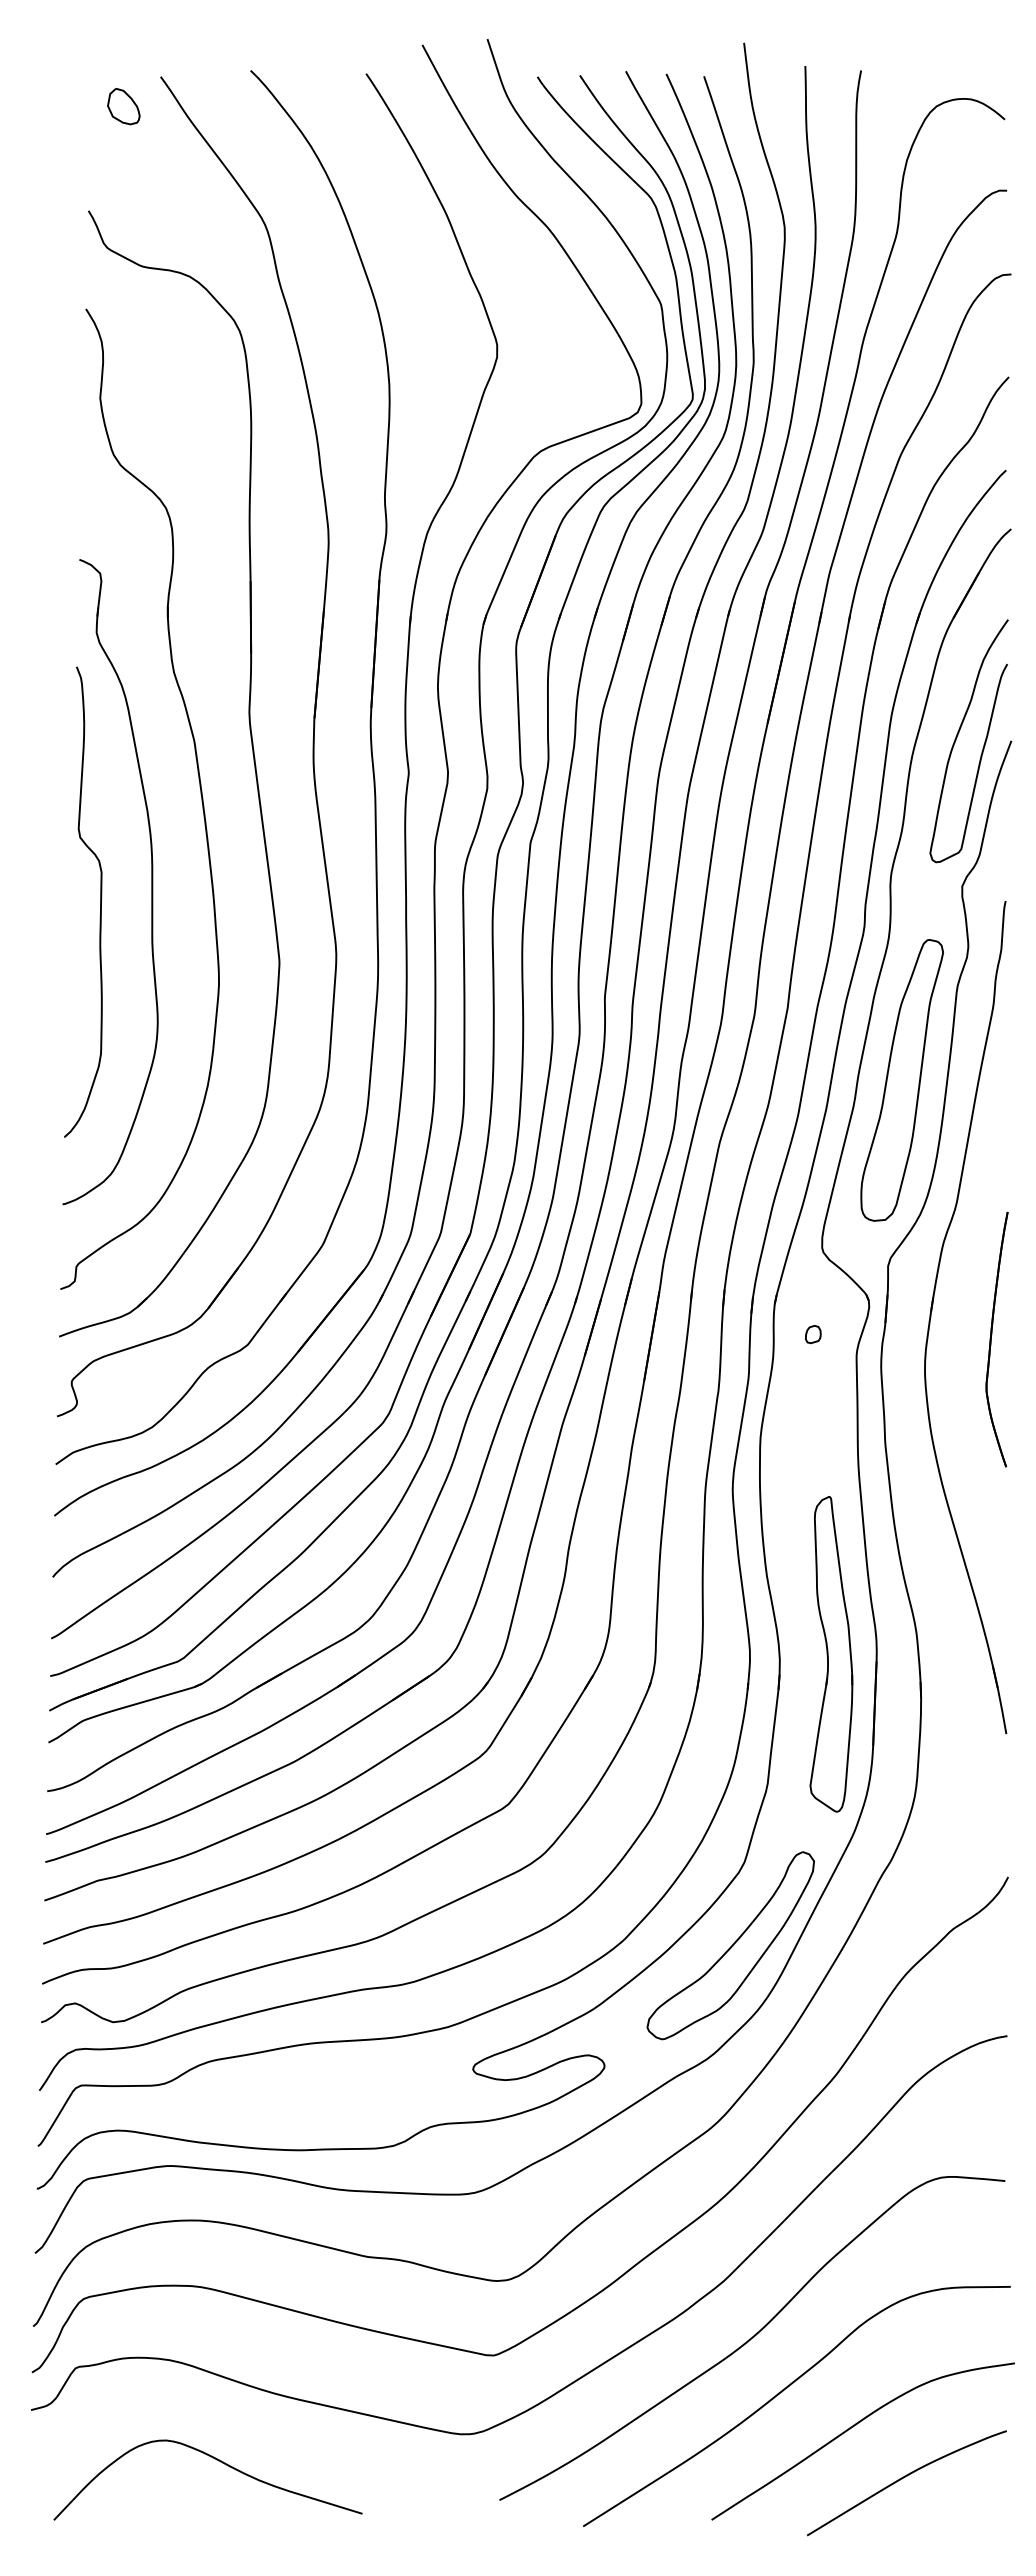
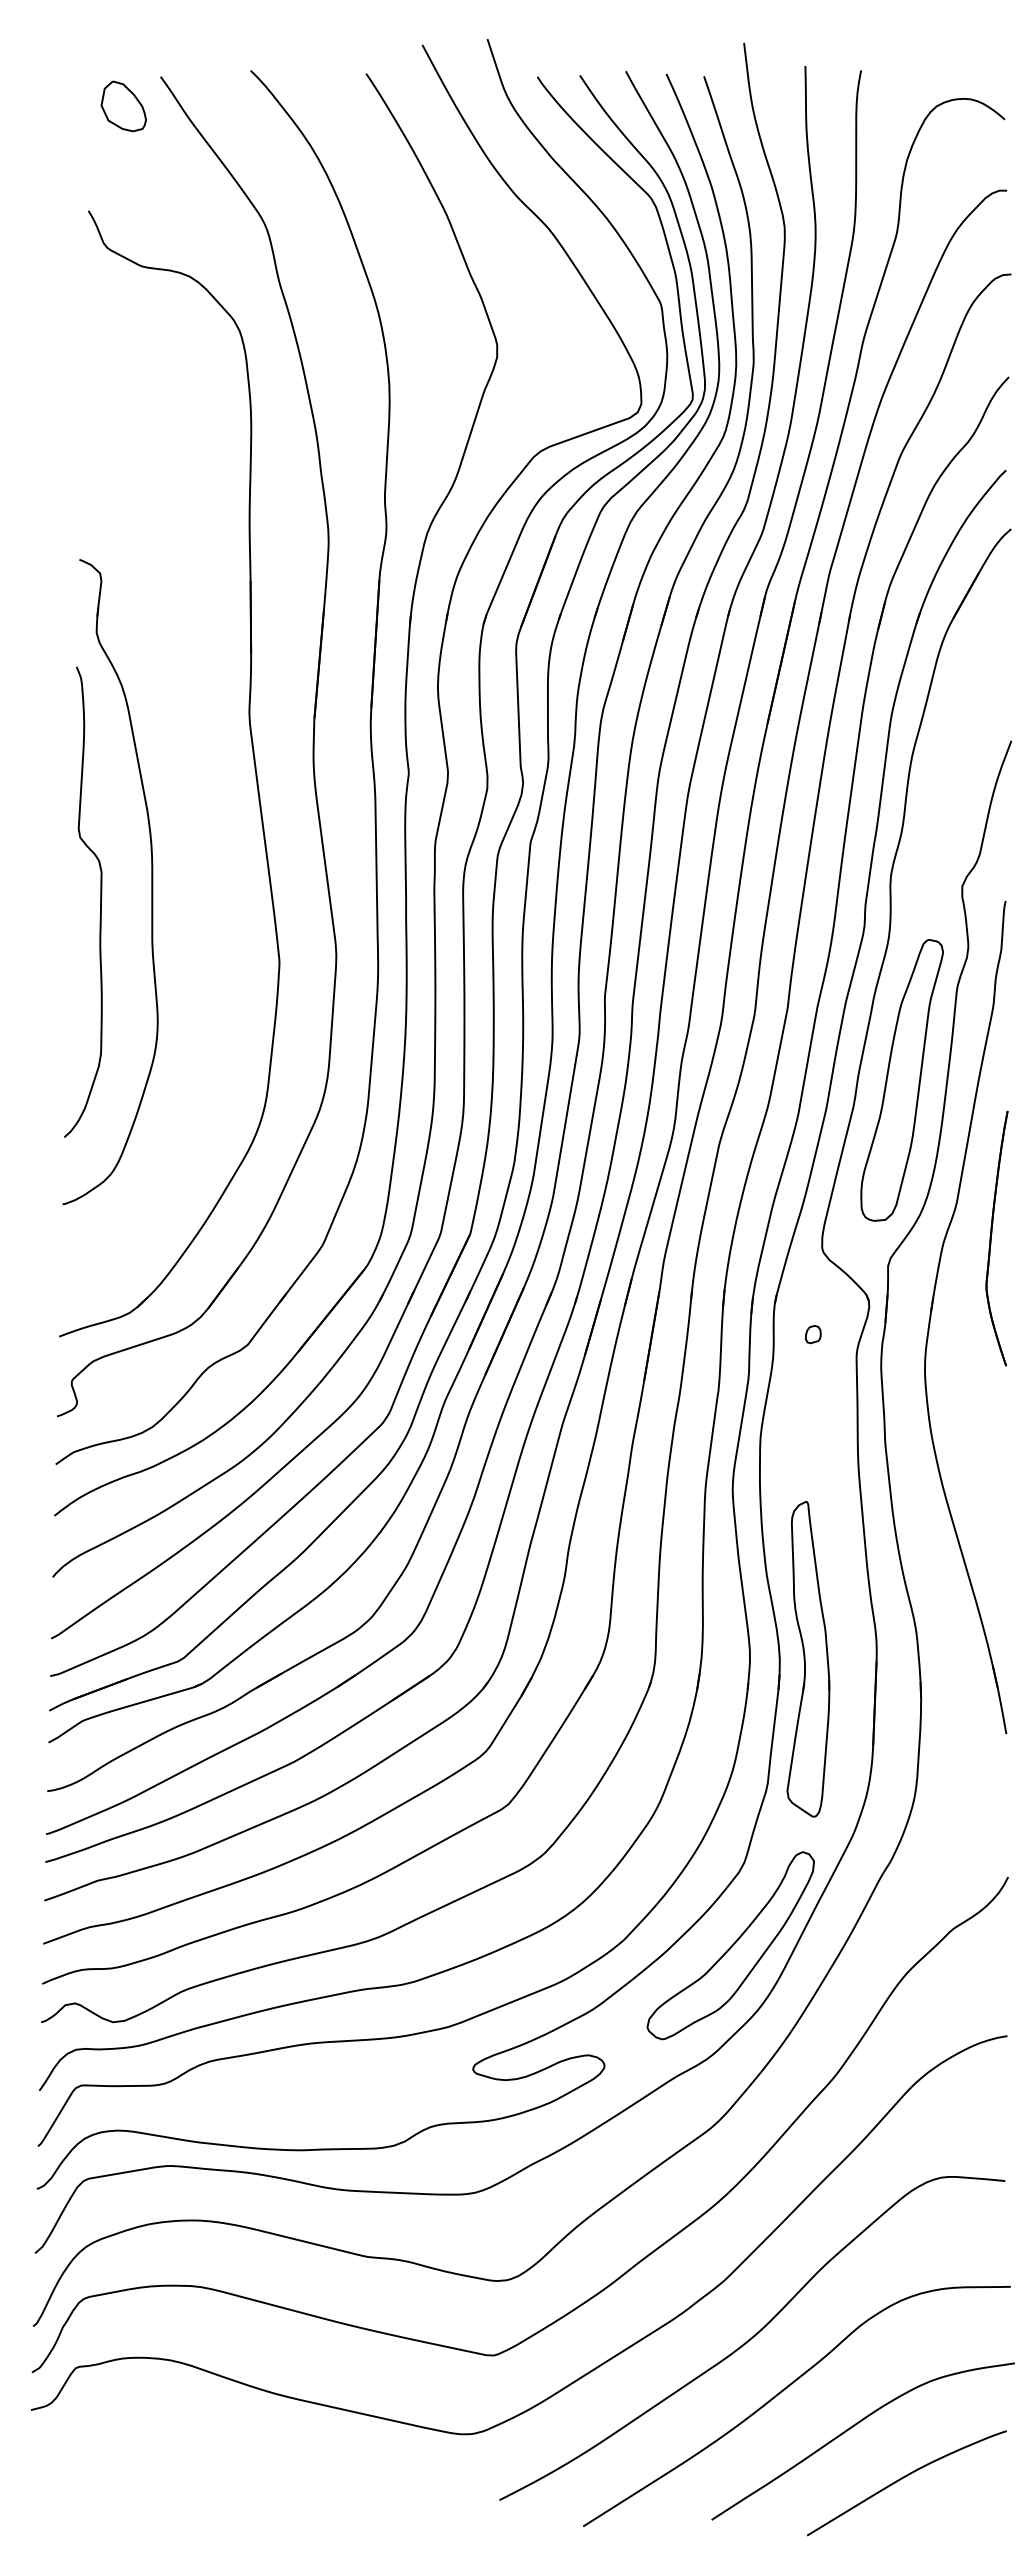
part at (123, 106) size: 34x38 px -> 47x53 px
curve at (958, 735): present -> none
part at (199, 787): present -> none
part at (996, 1339) position: (996, 1339) -> (996, 1238)
part at (831, 1654) position: (831, 1654) -> (808, 1659)
curve at (216, 2460): present -> none
